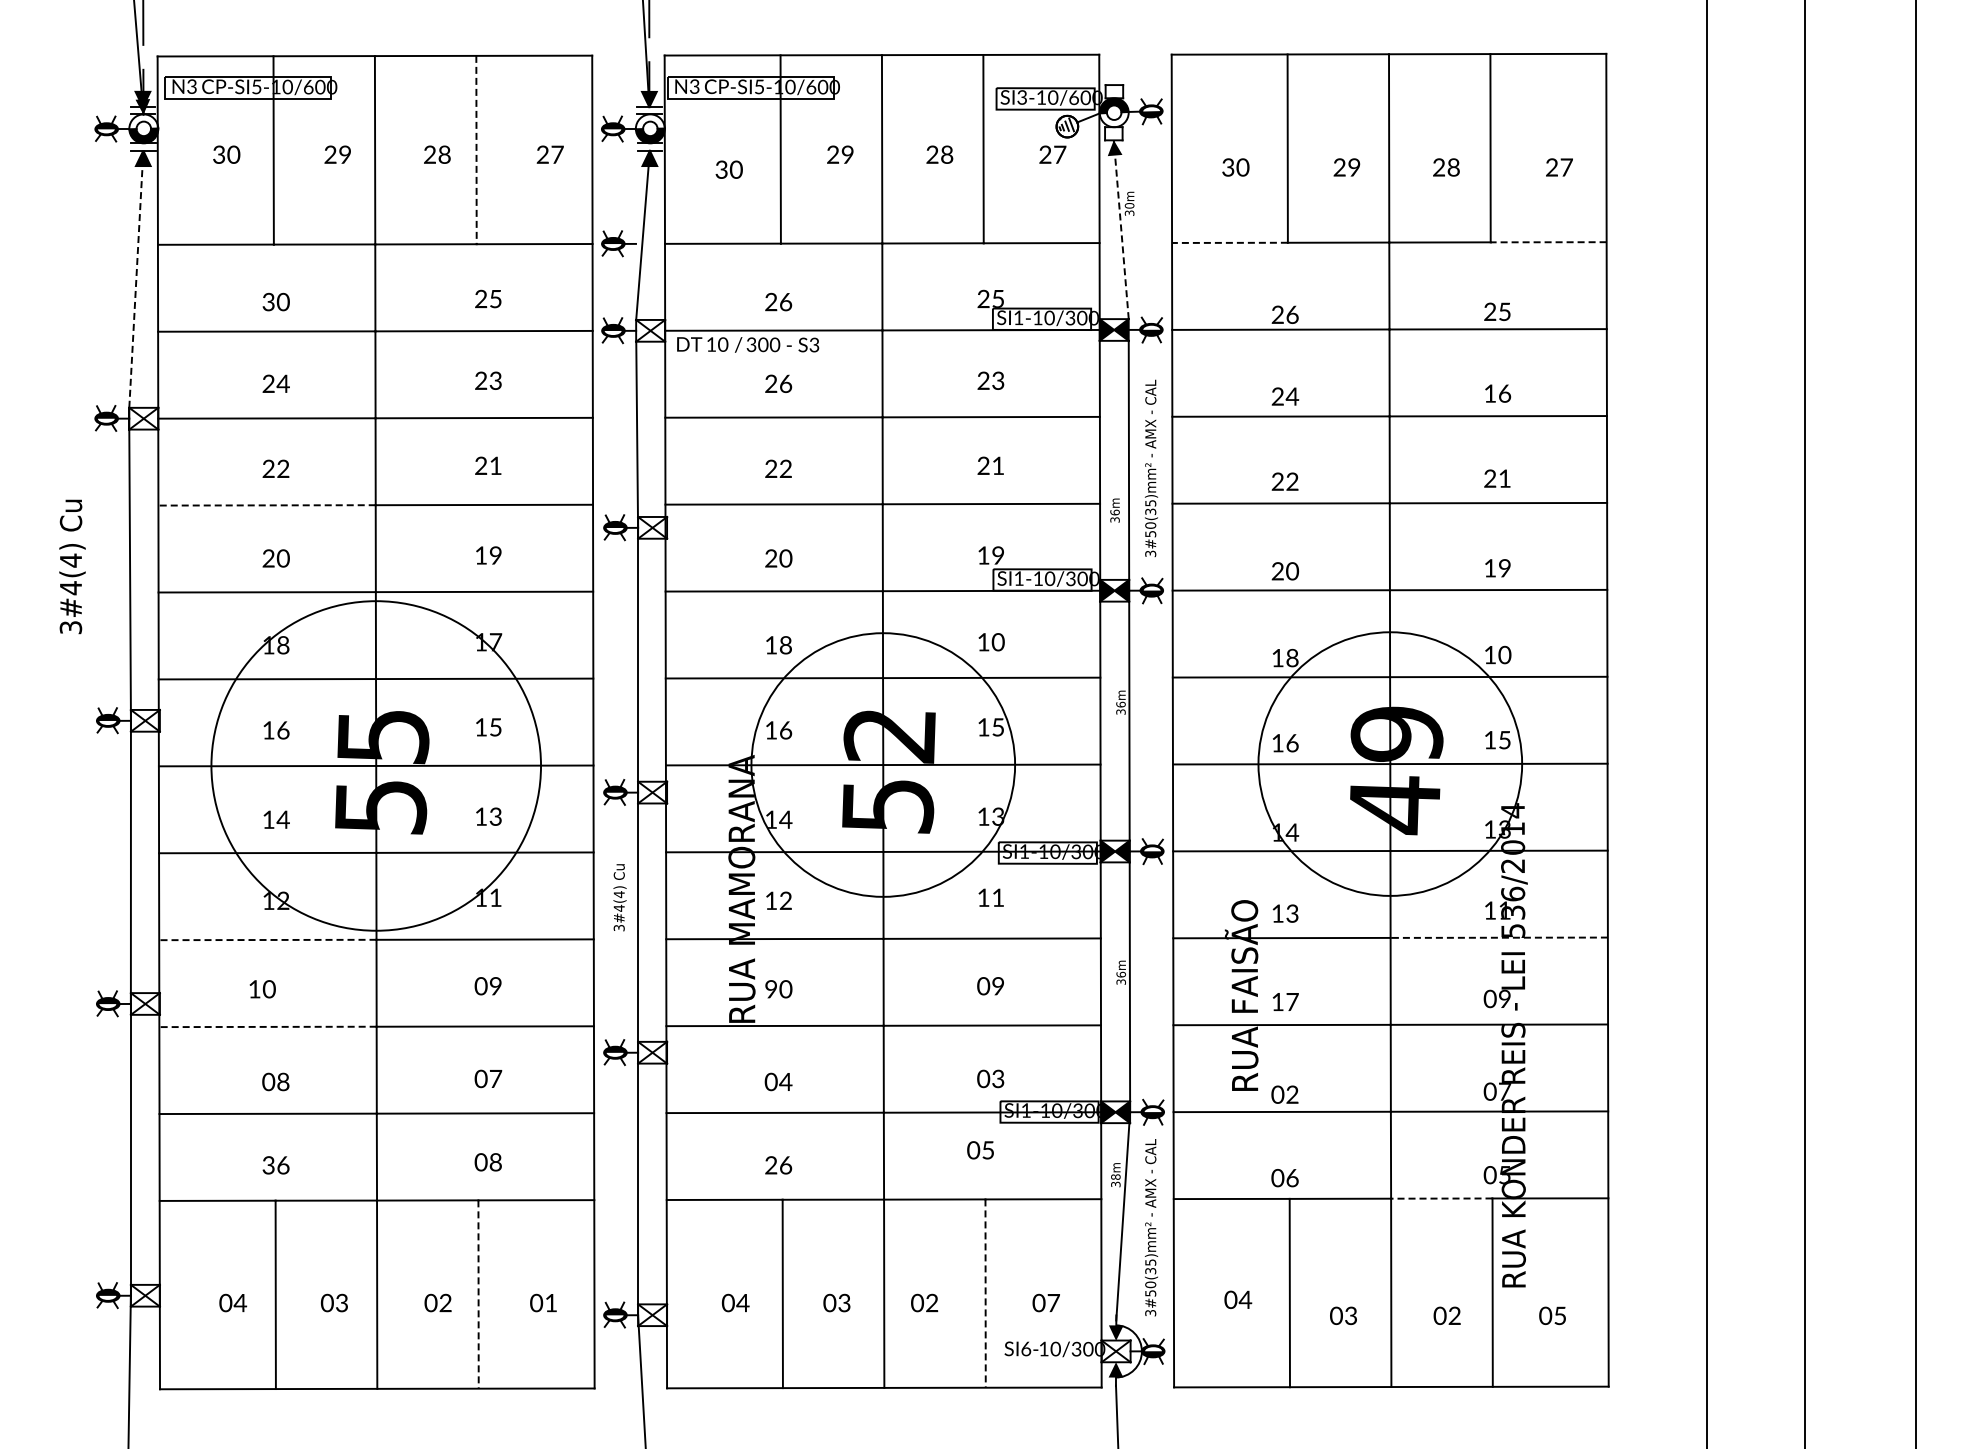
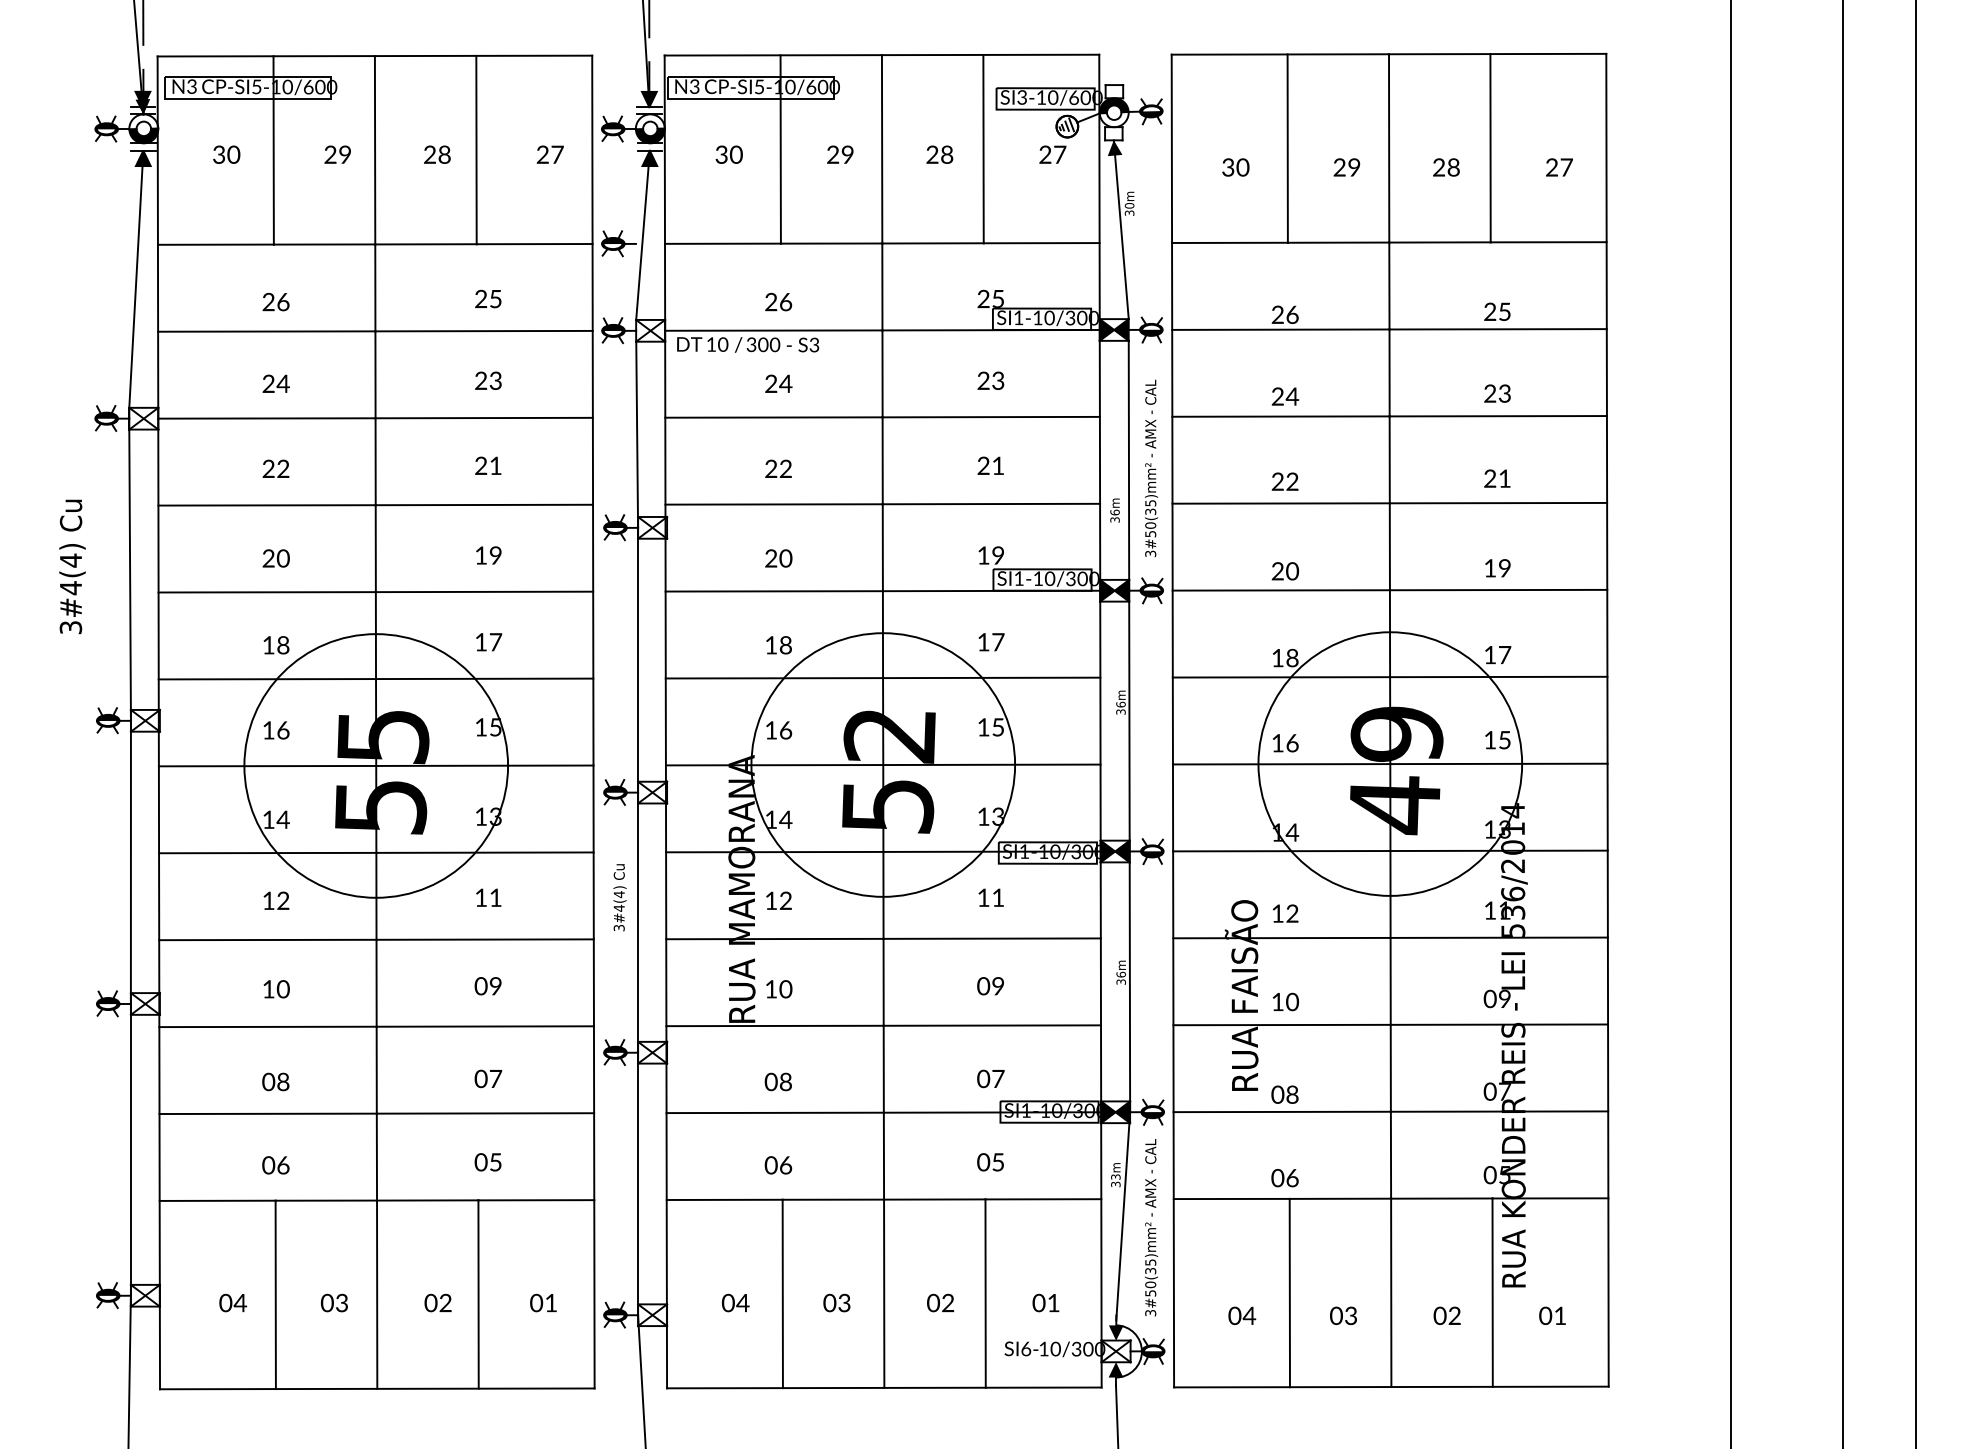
line at (476, 150): dashed -> solid
text at (728, 169) position: (728, 169) -> (728, 154)
line at (1121, 229): dashed -> solid
line at (1229, 242): dashed -> solid
line at (1548, 242): dashed -> solid
line at (135, 286): dashed -> solid
text at (275, 301): 30 -> 26
text at (785, 383): 26 -> 24
text at (1497, 393): 16 -> 23
line at (267, 505): dashed -> solid
text at (997, 642): 10 -> 17
text at (1504, 654): 10 -> 17
line at (1707, 723) position: (1707, 723) -> (1731, 723)
line at (1805, 723) position: (1805, 723) -> (1843, 723)
circle at (376, 765) diameter: 330 px -> 264 px
text at (1292, 916): 13 -> 12
line at (1499, 937): dashed -> solid
line at (267, 939): dashed -> solid
text at (262, 989) position: (262, 989) -> (276, 989)
text at (770, 989): 90 -> 10
text at (1292, 1001): 17 -> 10
line at (268, 1026): dashed -> solid
text at (998, 1078): 03 -> 07
text at (785, 1081): 04 -> 08
text at (1292, 1095): 02 -> 08
text at (980, 1150) position: (980, 1150) -> (990, 1162)
text at (495, 1162): 08 -> 05
text at (268, 1165): 36 -> 06
text at (770, 1165): 26 -> 06
text at (1115, 1176): 38m -> 33m
line at (1441, 1198): dashed -> solid
line at (985, 1294): dashed -> solid
line at (478, 1295): dashed -> solid
text at (1238, 1299) position: (1238, 1299) -> (1242, 1315)
text at (924, 1302) position: (924, 1302) -> (940, 1302)
text at (1053, 1303): 07 -> 01
text at (1559, 1315): 05 -> 01
